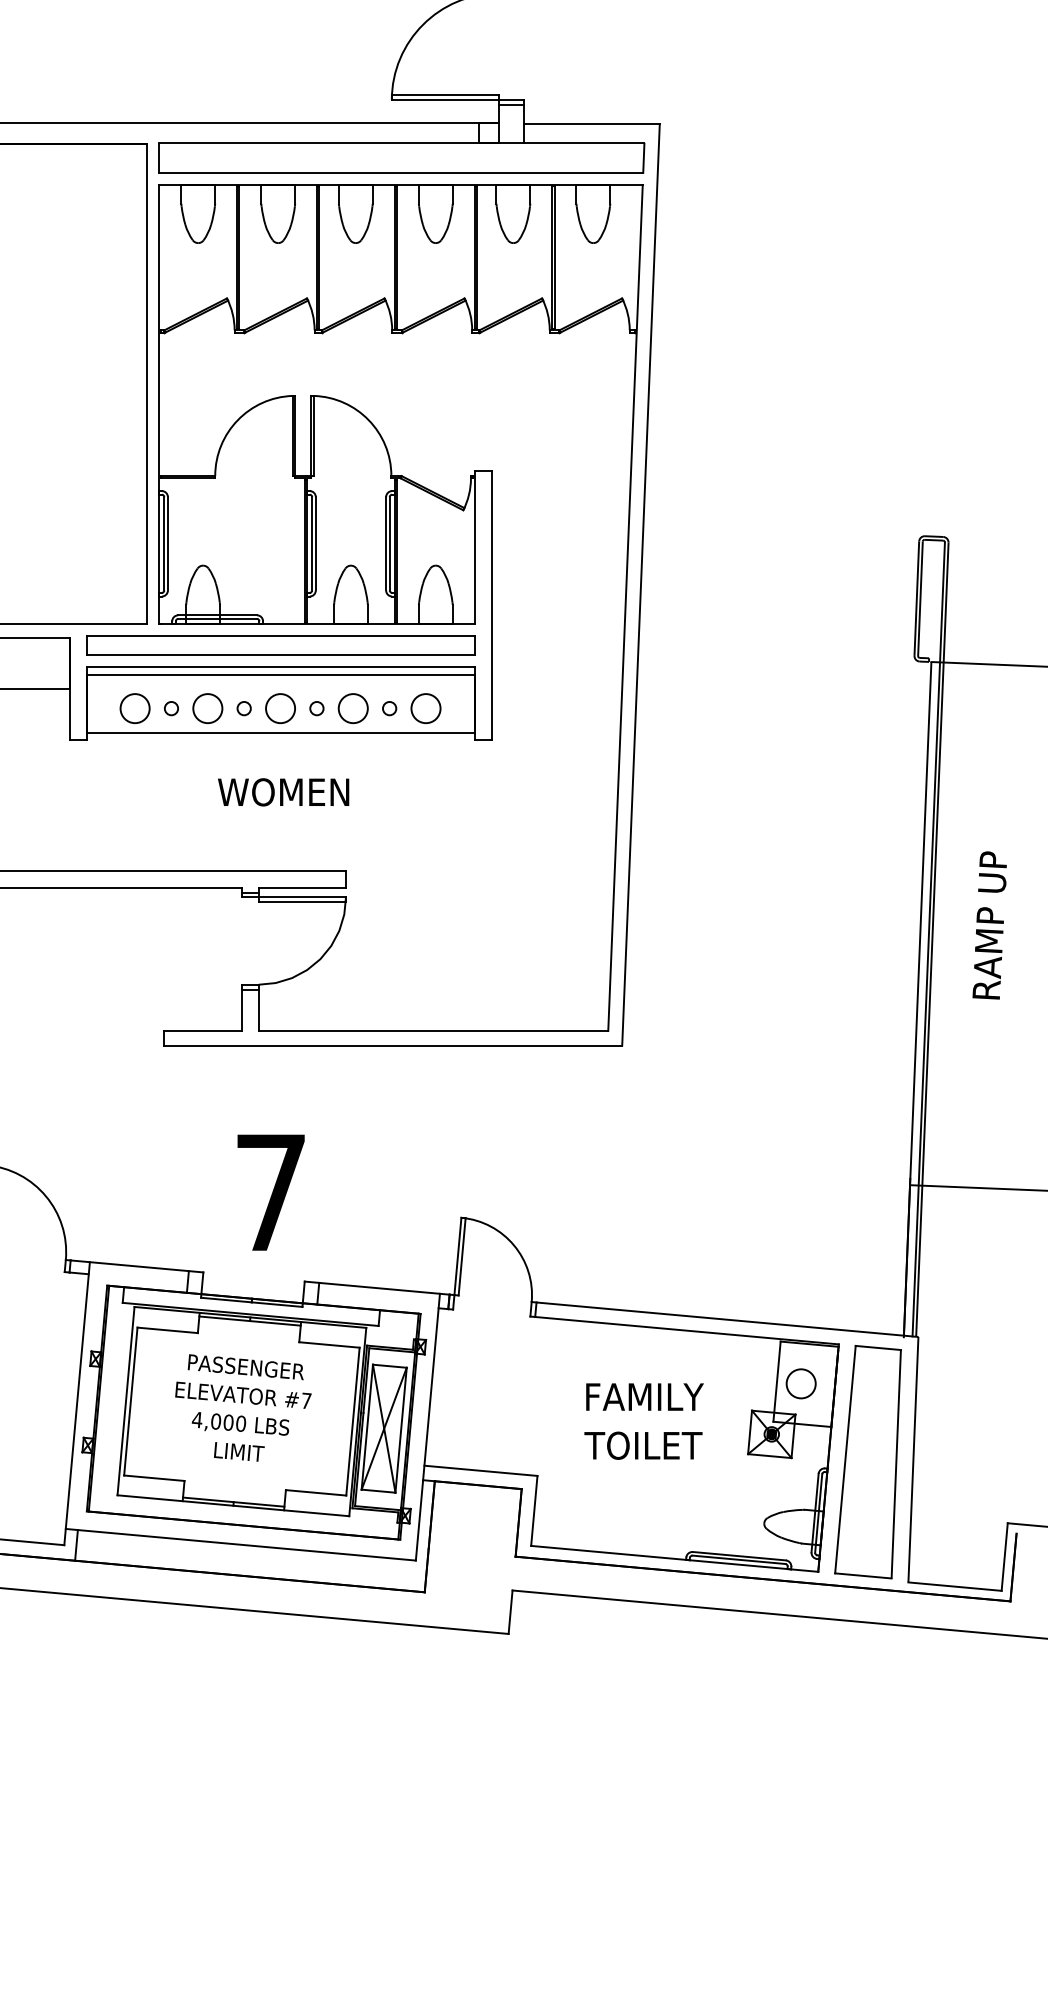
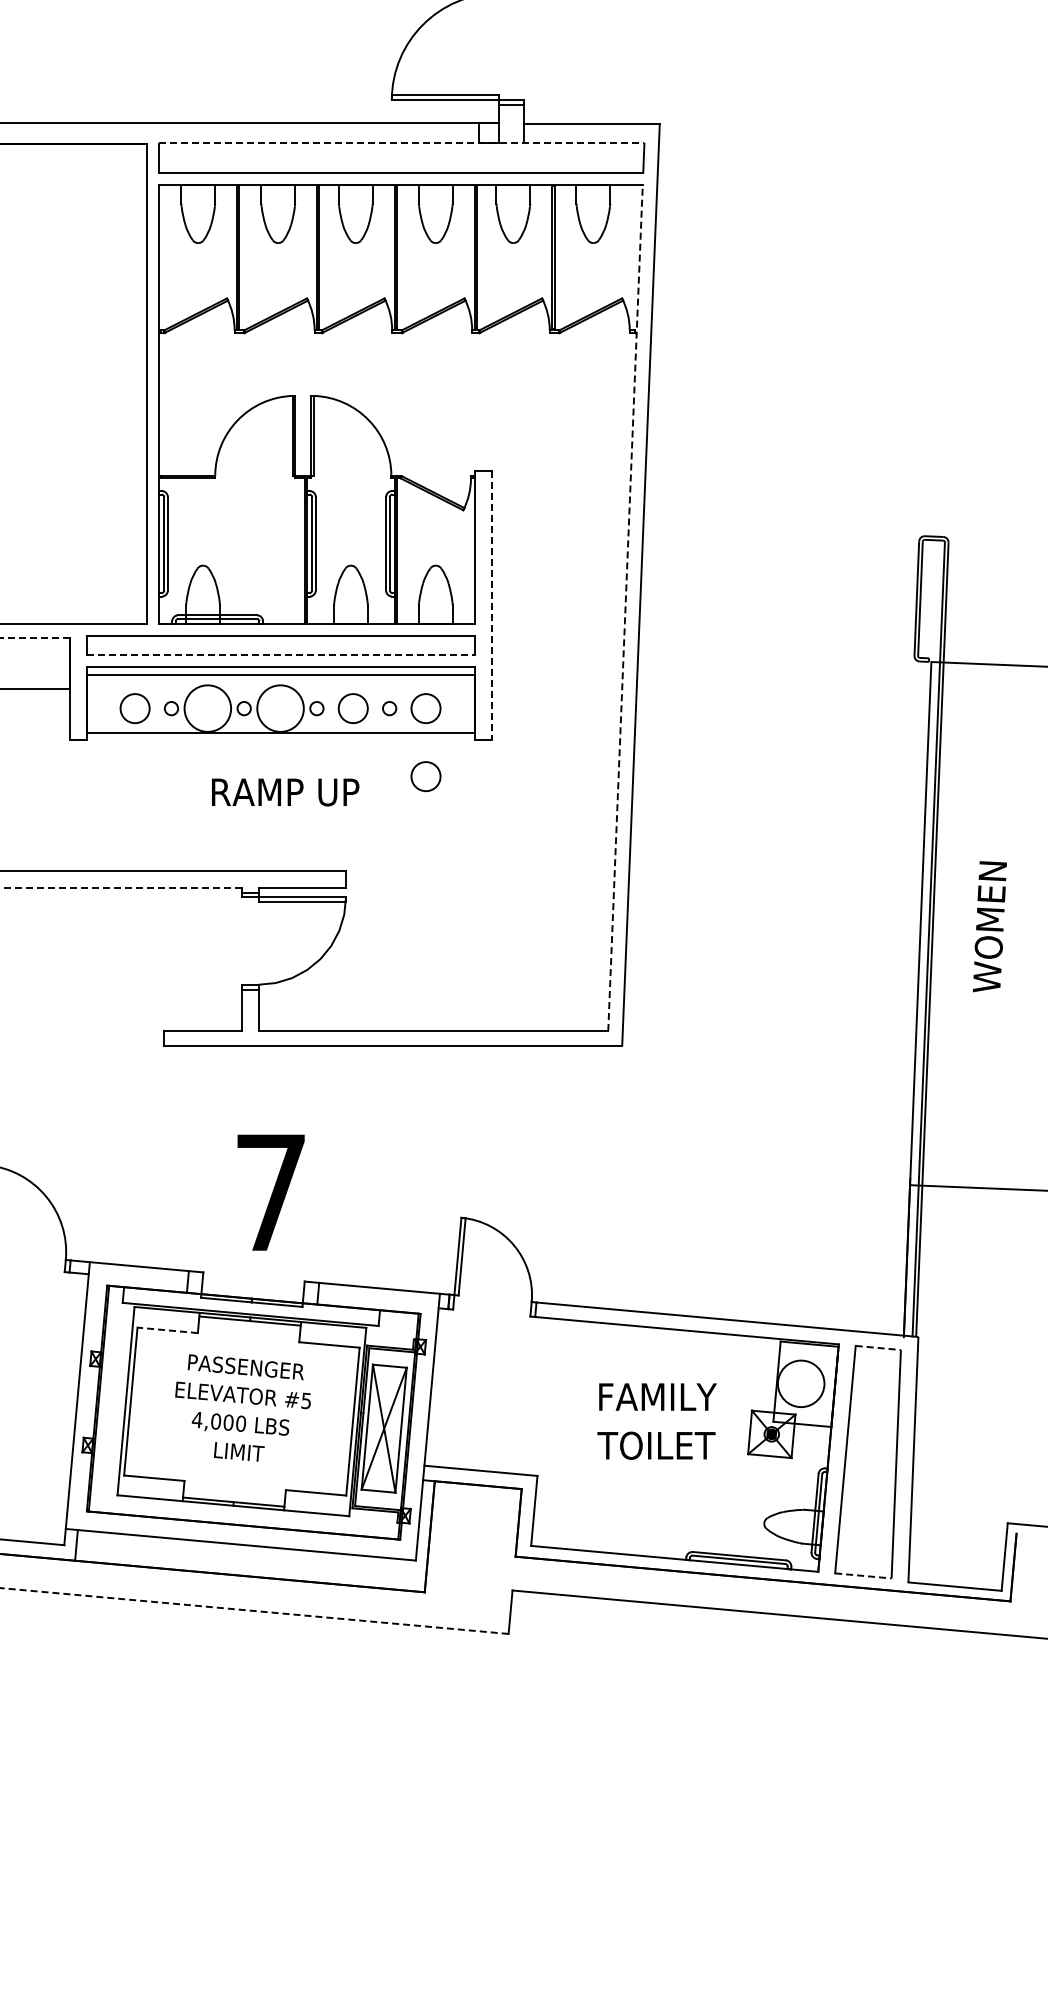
line at (402, 142): solid -> dashed
line at (491, 605): solid -> dashed
line at (625, 607): solid -> dashed
line at (34, 638): solid -> dashed
line at (281, 655): solid -> dashed
circle at (207, 708) diameter: 29 px -> 47 px
circle at (280, 708) diameter: 29 px -> 47 px
circle at (425, 776): none -> present
text at (285, 792): WOMEN -> RAMP UP
line at (120, 888): solid -> dashed
text at (989, 925): RAMP UP -> WOMEN
line at (167, 1330): solid -> dashed
line at (878, 1347): solid -> dashed
circle at (800, 1383) diameter: 29 px -> 47 px
text at (306, 1400): #7 -> #5
text at (643, 1421) position: (643, 1421) -> (656, 1421)
line at (863, 1575): solid -> dashed
line at (254, 1611): solid -> dashed
